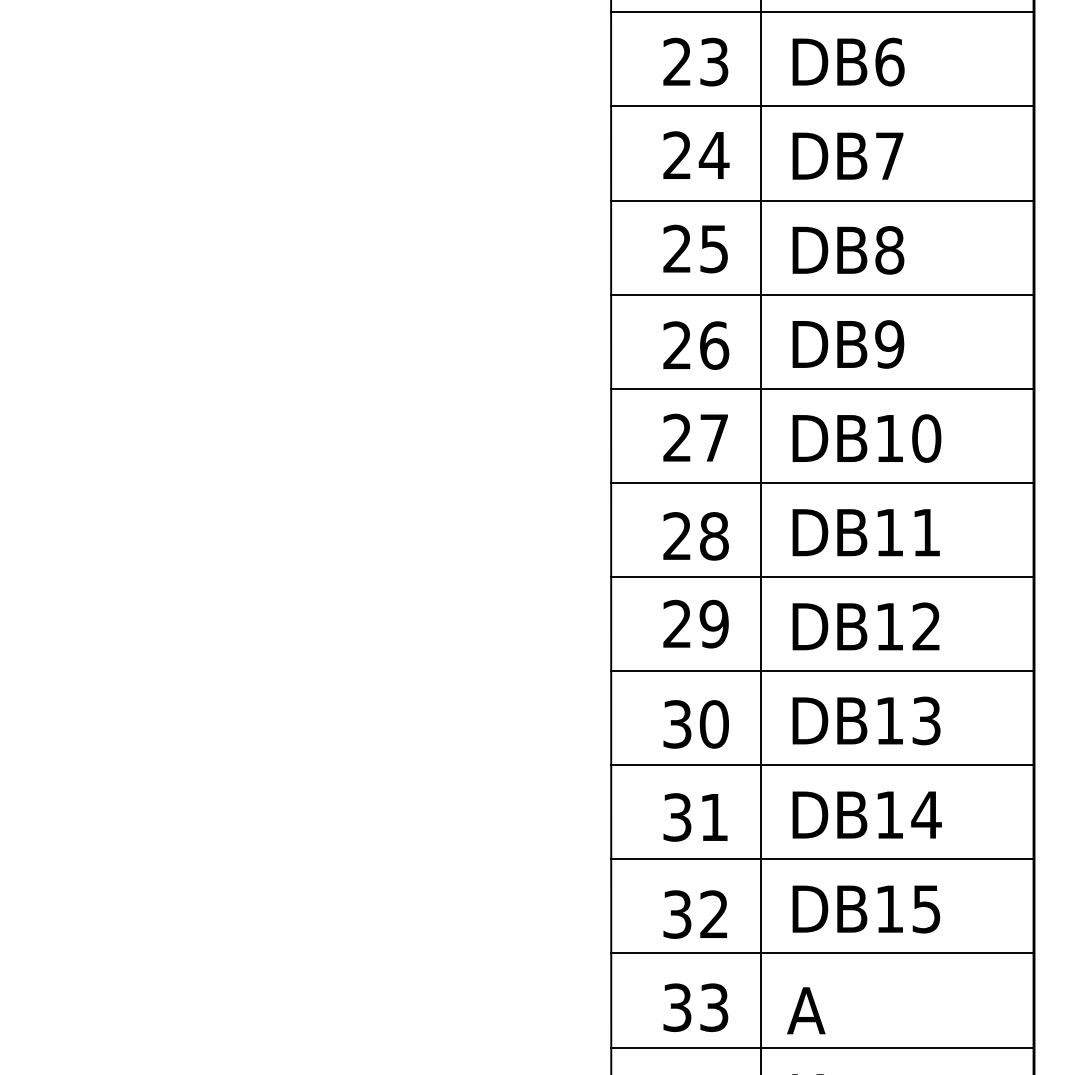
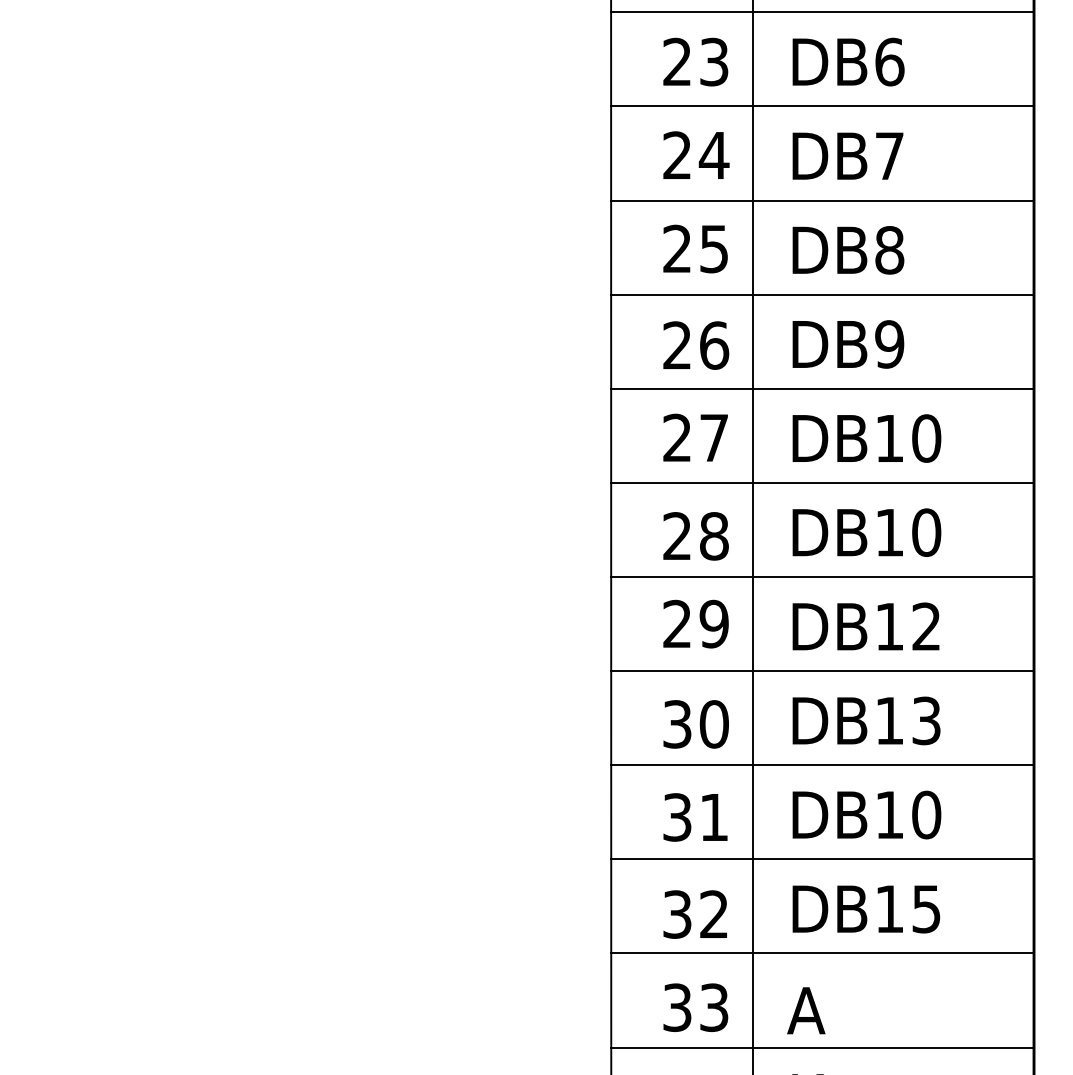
text at (926, 532): DB11 -> DB10
line at (761, 536) position: (761, 536) -> (753, 536)
text at (926, 814): DB14 -> DB10
